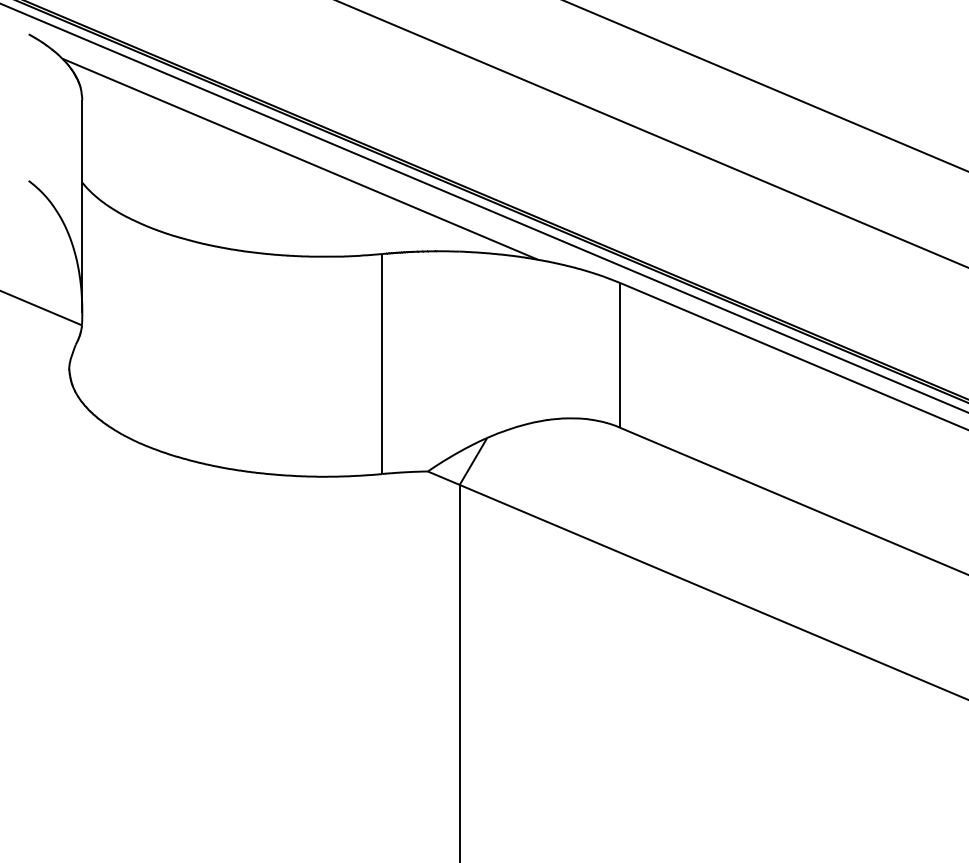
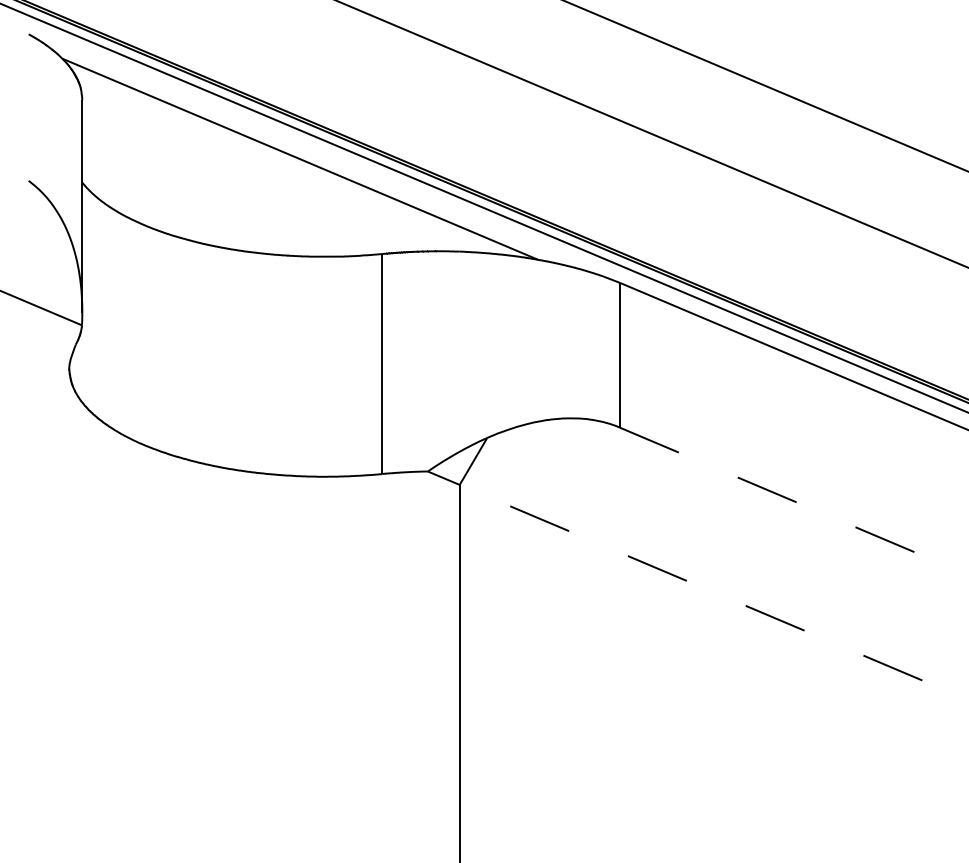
line at (794, 501): solid -> dashed
line at (713, 592): solid -> dashed
